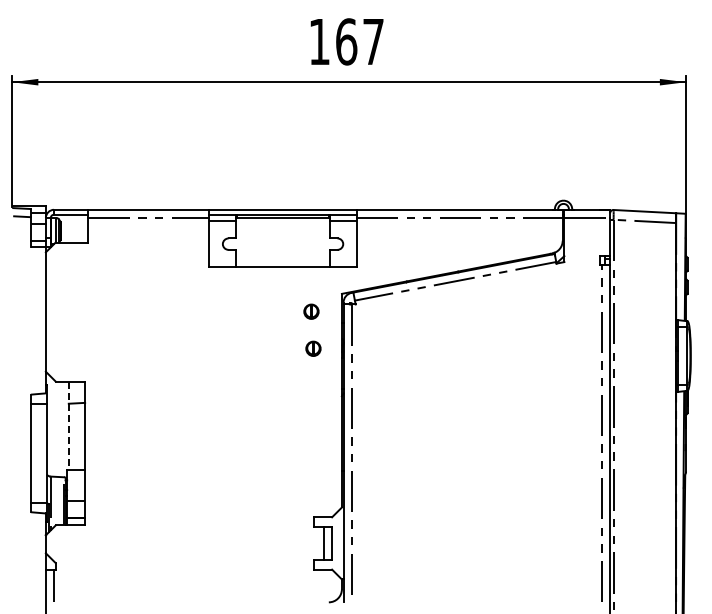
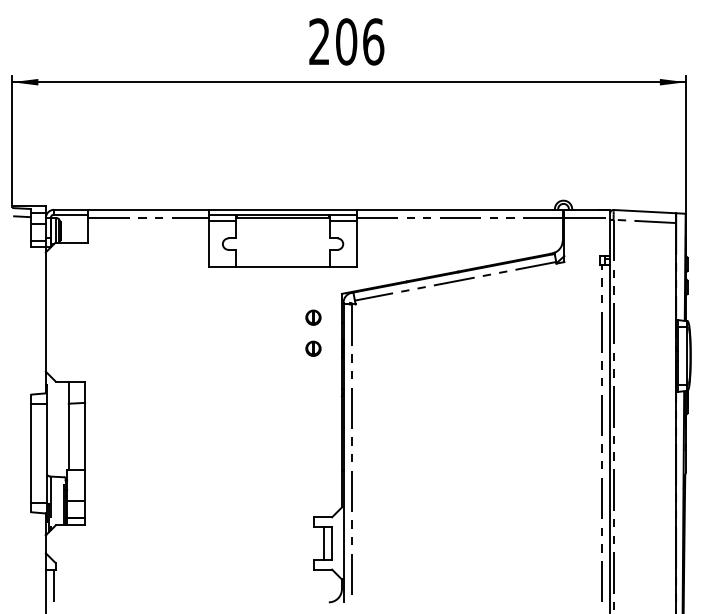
text at (346, 41): 167 -> 206
part at (311, 311) position: (311, 311) -> (313, 317)
line at (68, 426): dashed -> solid
